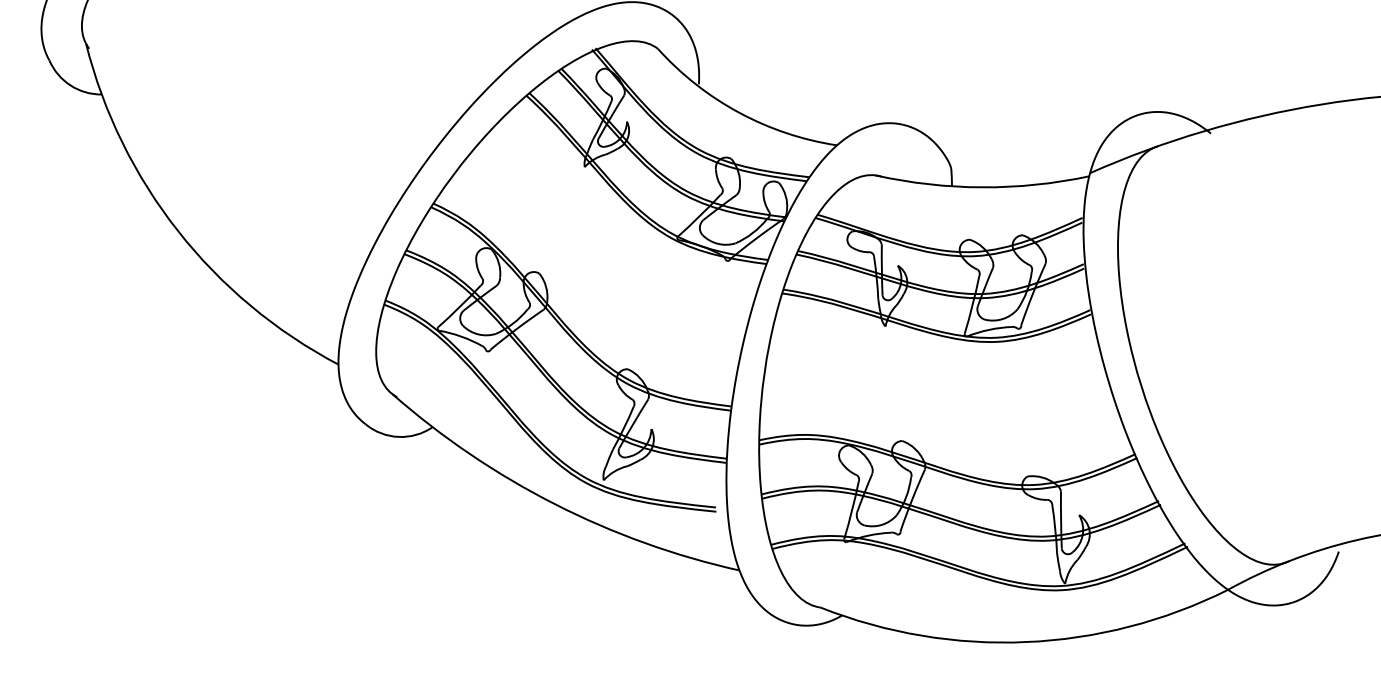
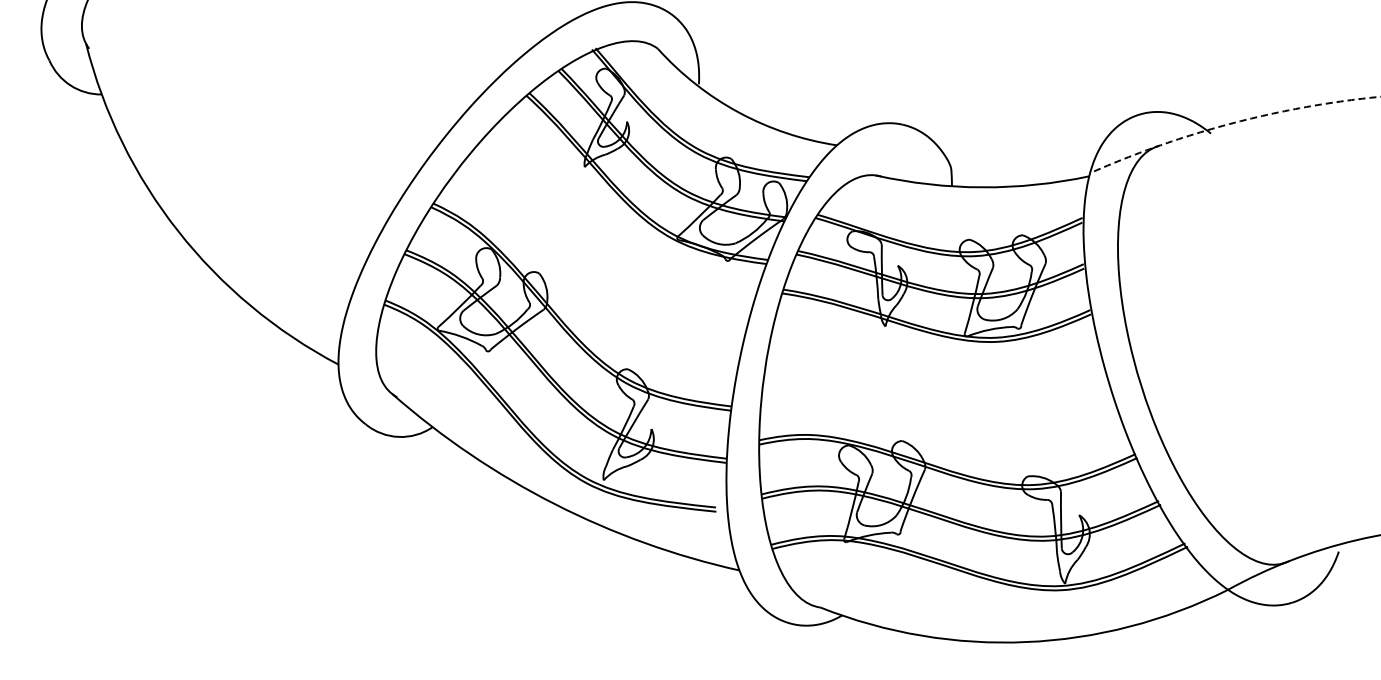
arc at (1233, 123): solid -> dashed
